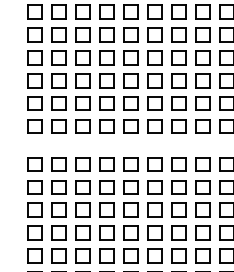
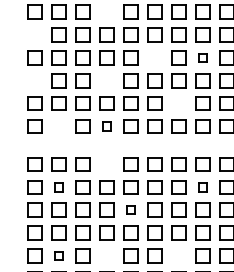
part at (106, 11): present -> none
part at (34, 34): present -> none
part at (154, 57): present -> none
part at (202, 57) size: 16x16 px -> 10x10 px
part at (34, 80): present -> none
part at (106, 80): present -> none
part at (178, 103): present -> none
part at (58, 126): present -> none
part at (106, 126) size: 16x15 px -> 10x11 px
part at (106, 164): present -> none
part at (58, 187) size: 16x15 px -> 10x11 px
part at (202, 187) size: 16x15 px -> 10x11 px
part at (130, 209) size: 16x16 px -> 10x10 px
part at (58, 255) size: 16x16 px -> 10x10 px
part at (106, 255): present -> none
part at (178, 255): present -> none
